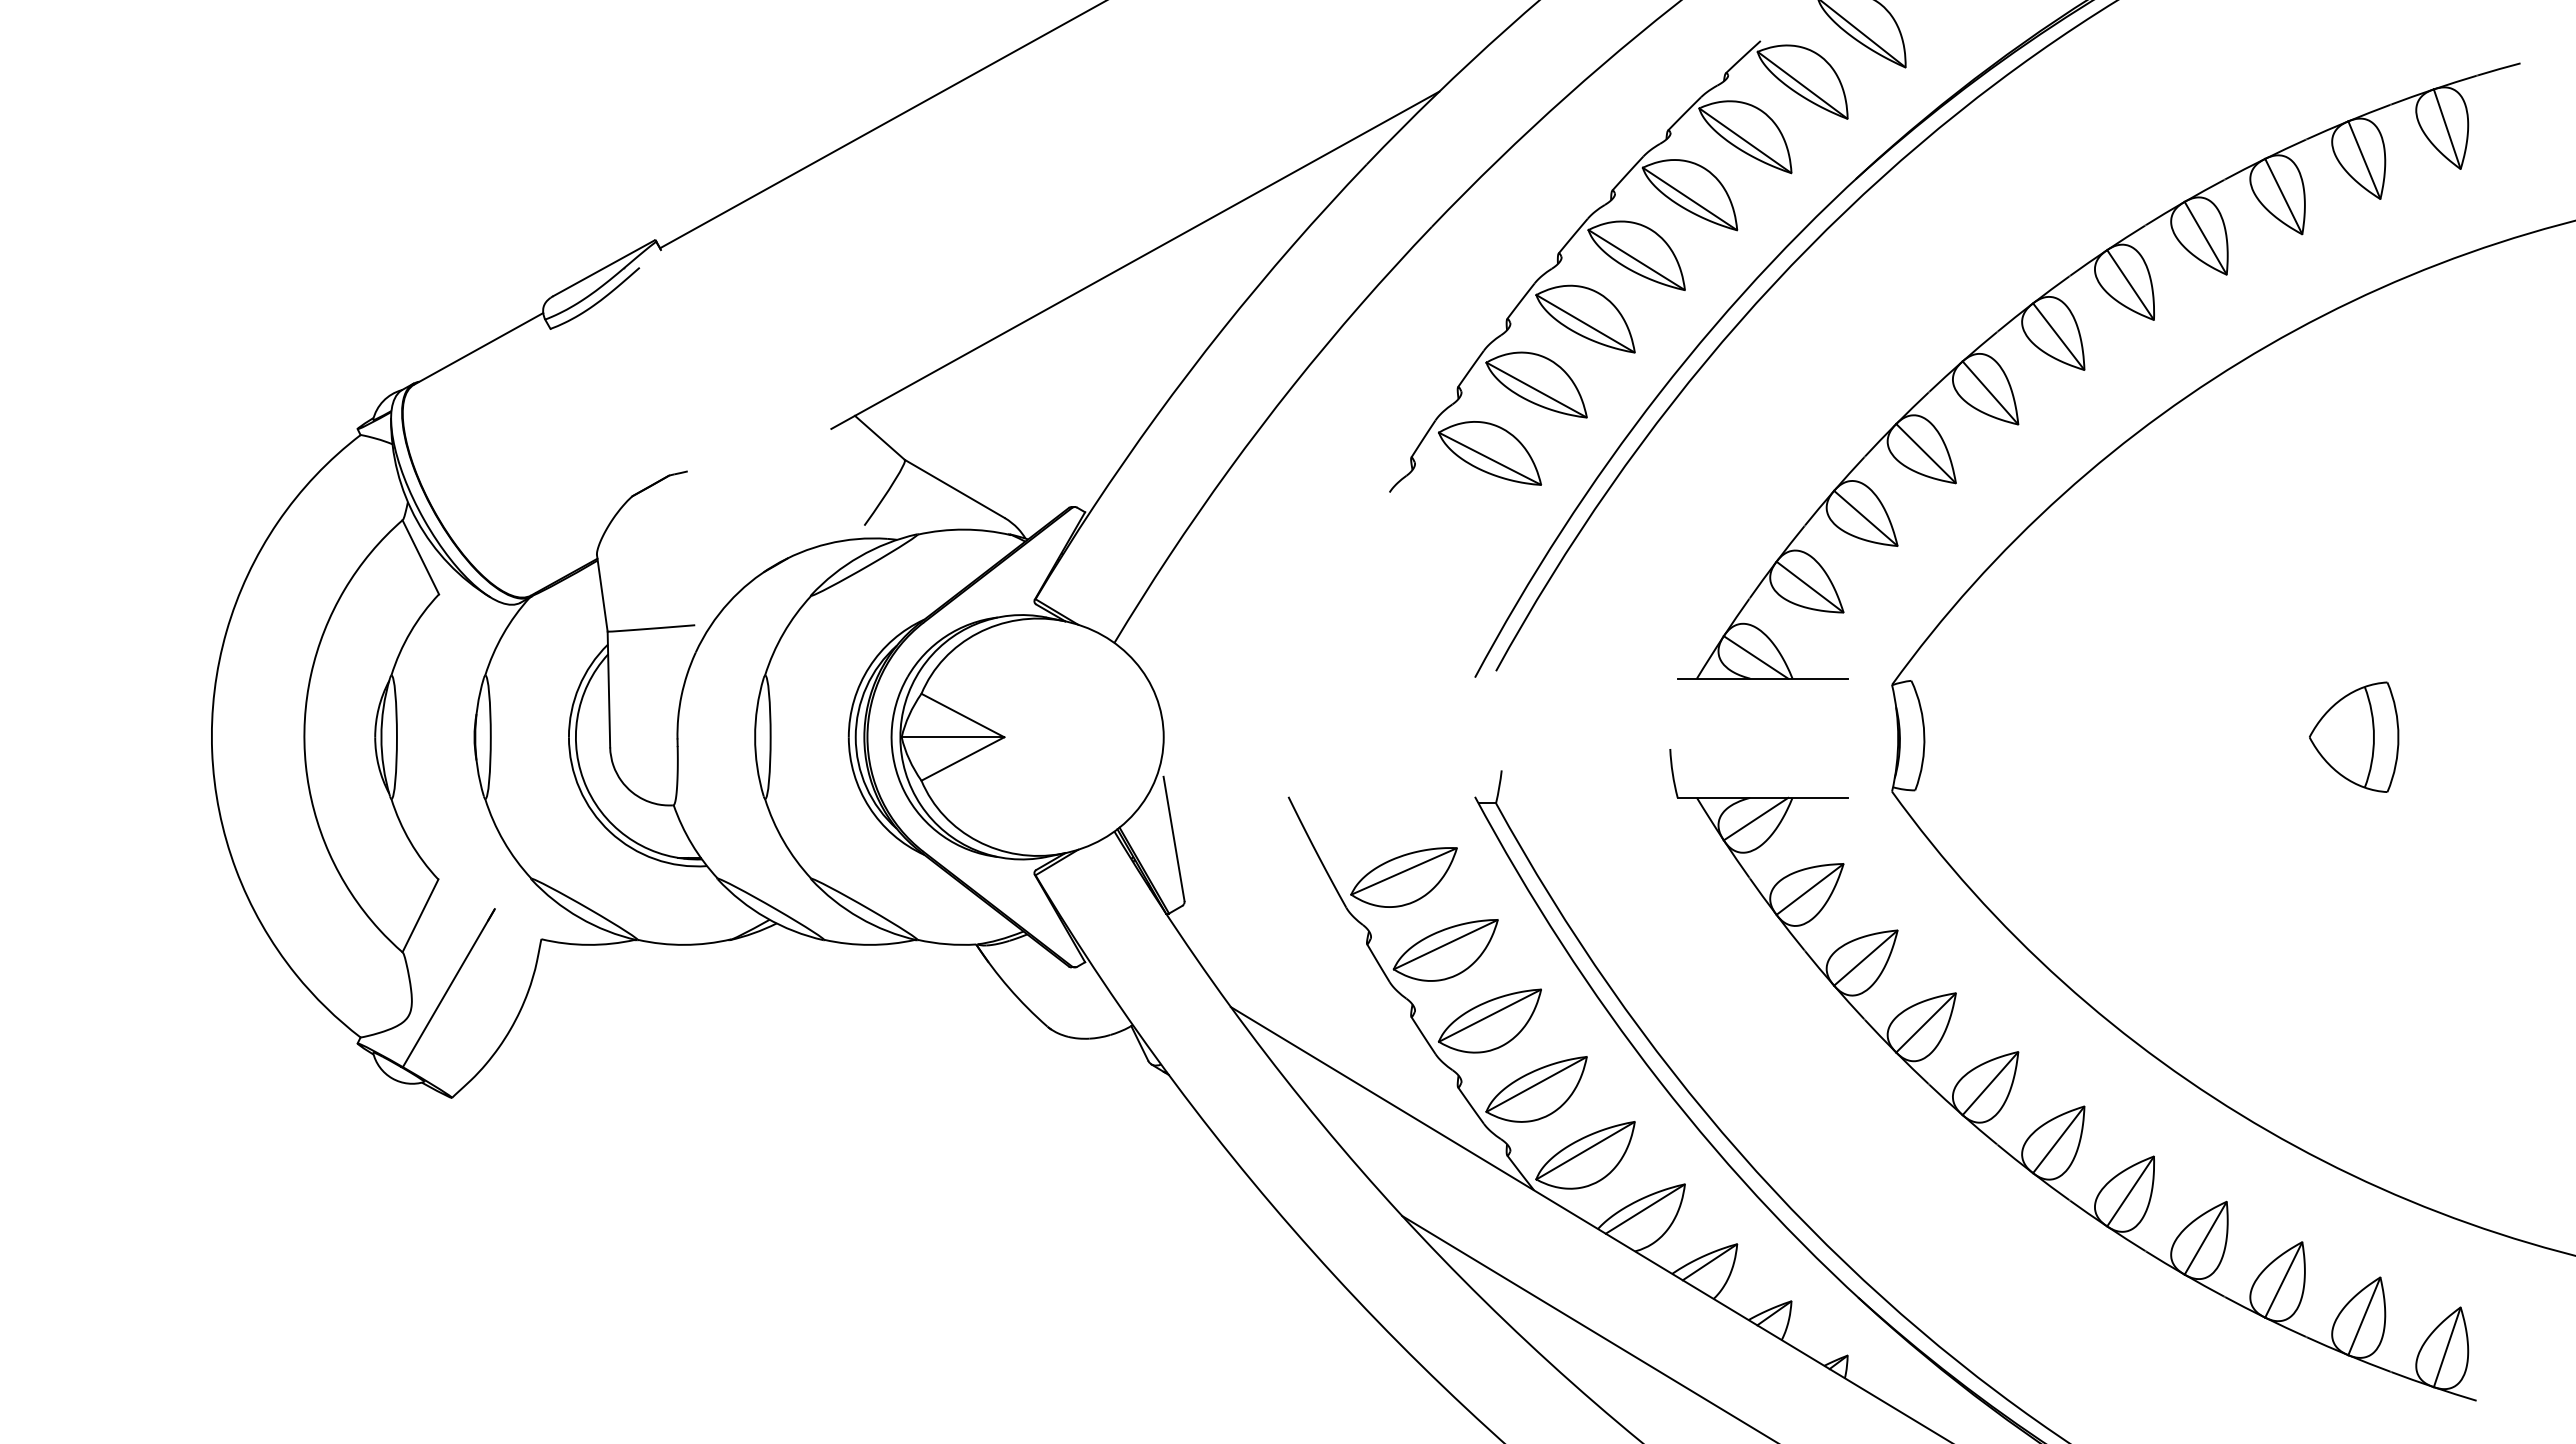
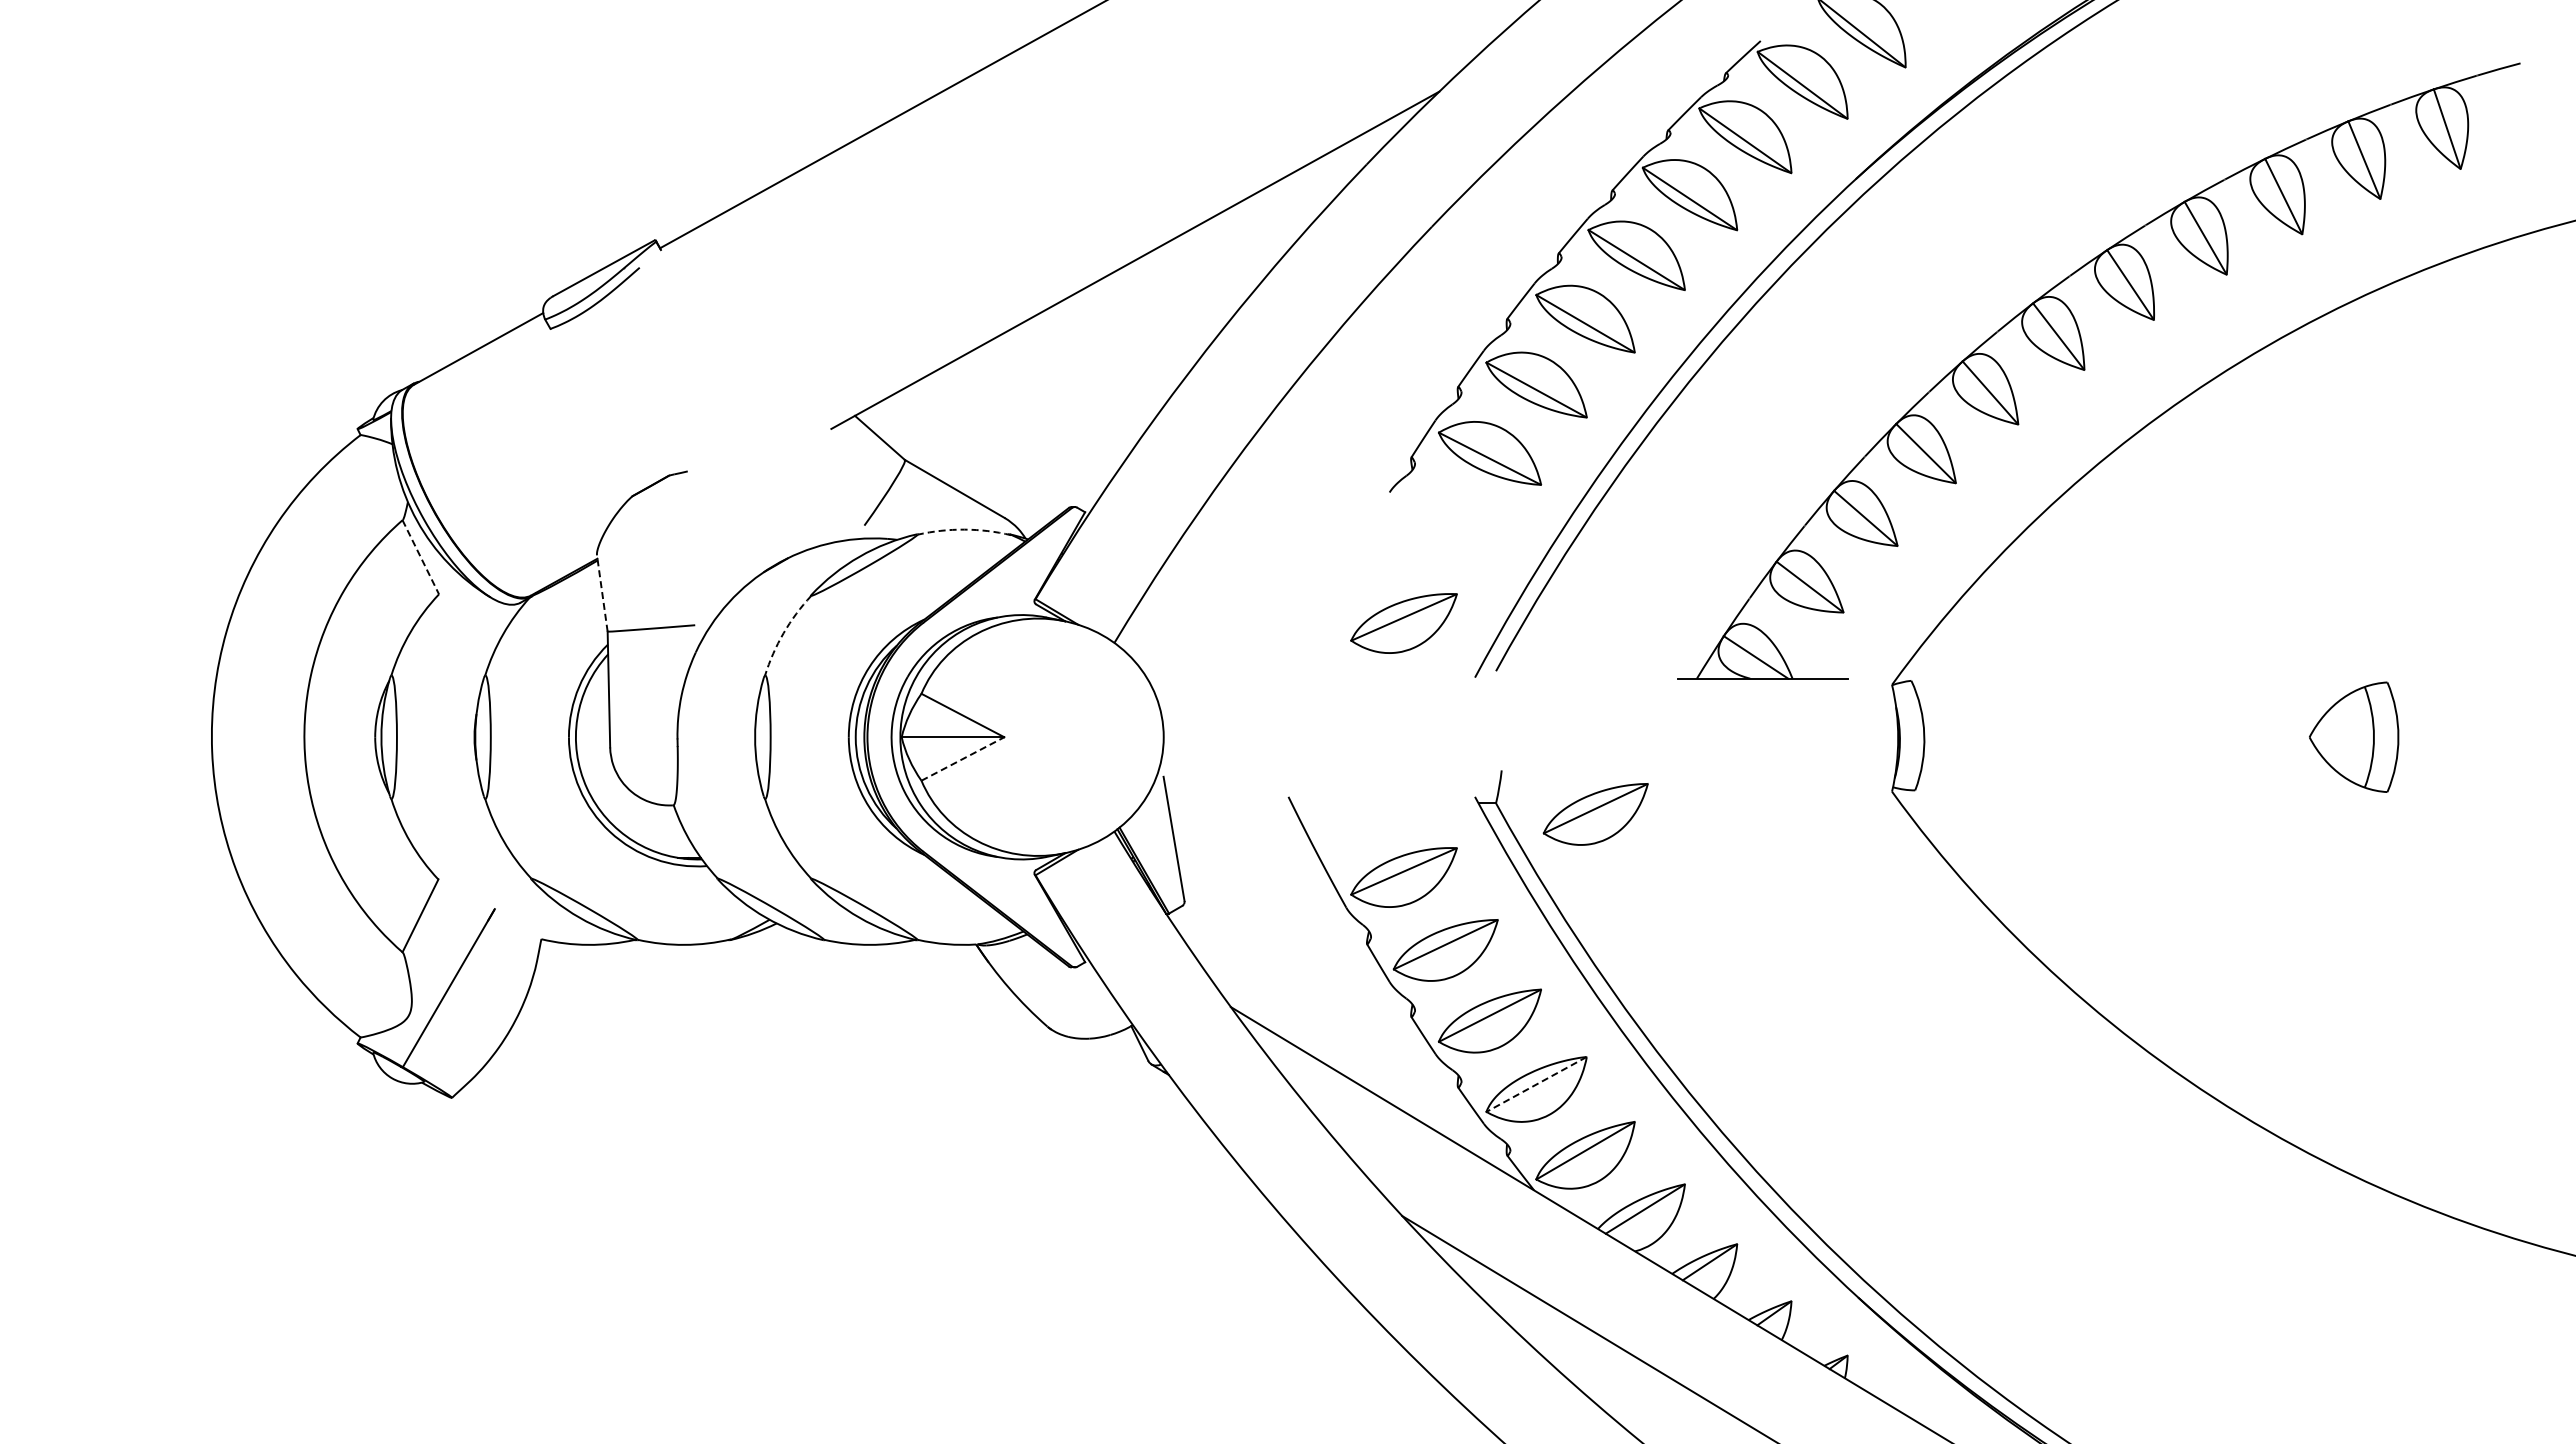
arc at (964, 529): solid -> dashed
line at (421, 557): solid -> dashed
line at (602, 593): solid -> dashed
part at (1403, 623): none -> present
arc at (783, 633): solid -> dashed
line at (962, 758): solid -> dashed
part at (1595, 814): none -> present
line at (1536, 1084): solid -> dashed
part at (2083, 1105): present -> none
